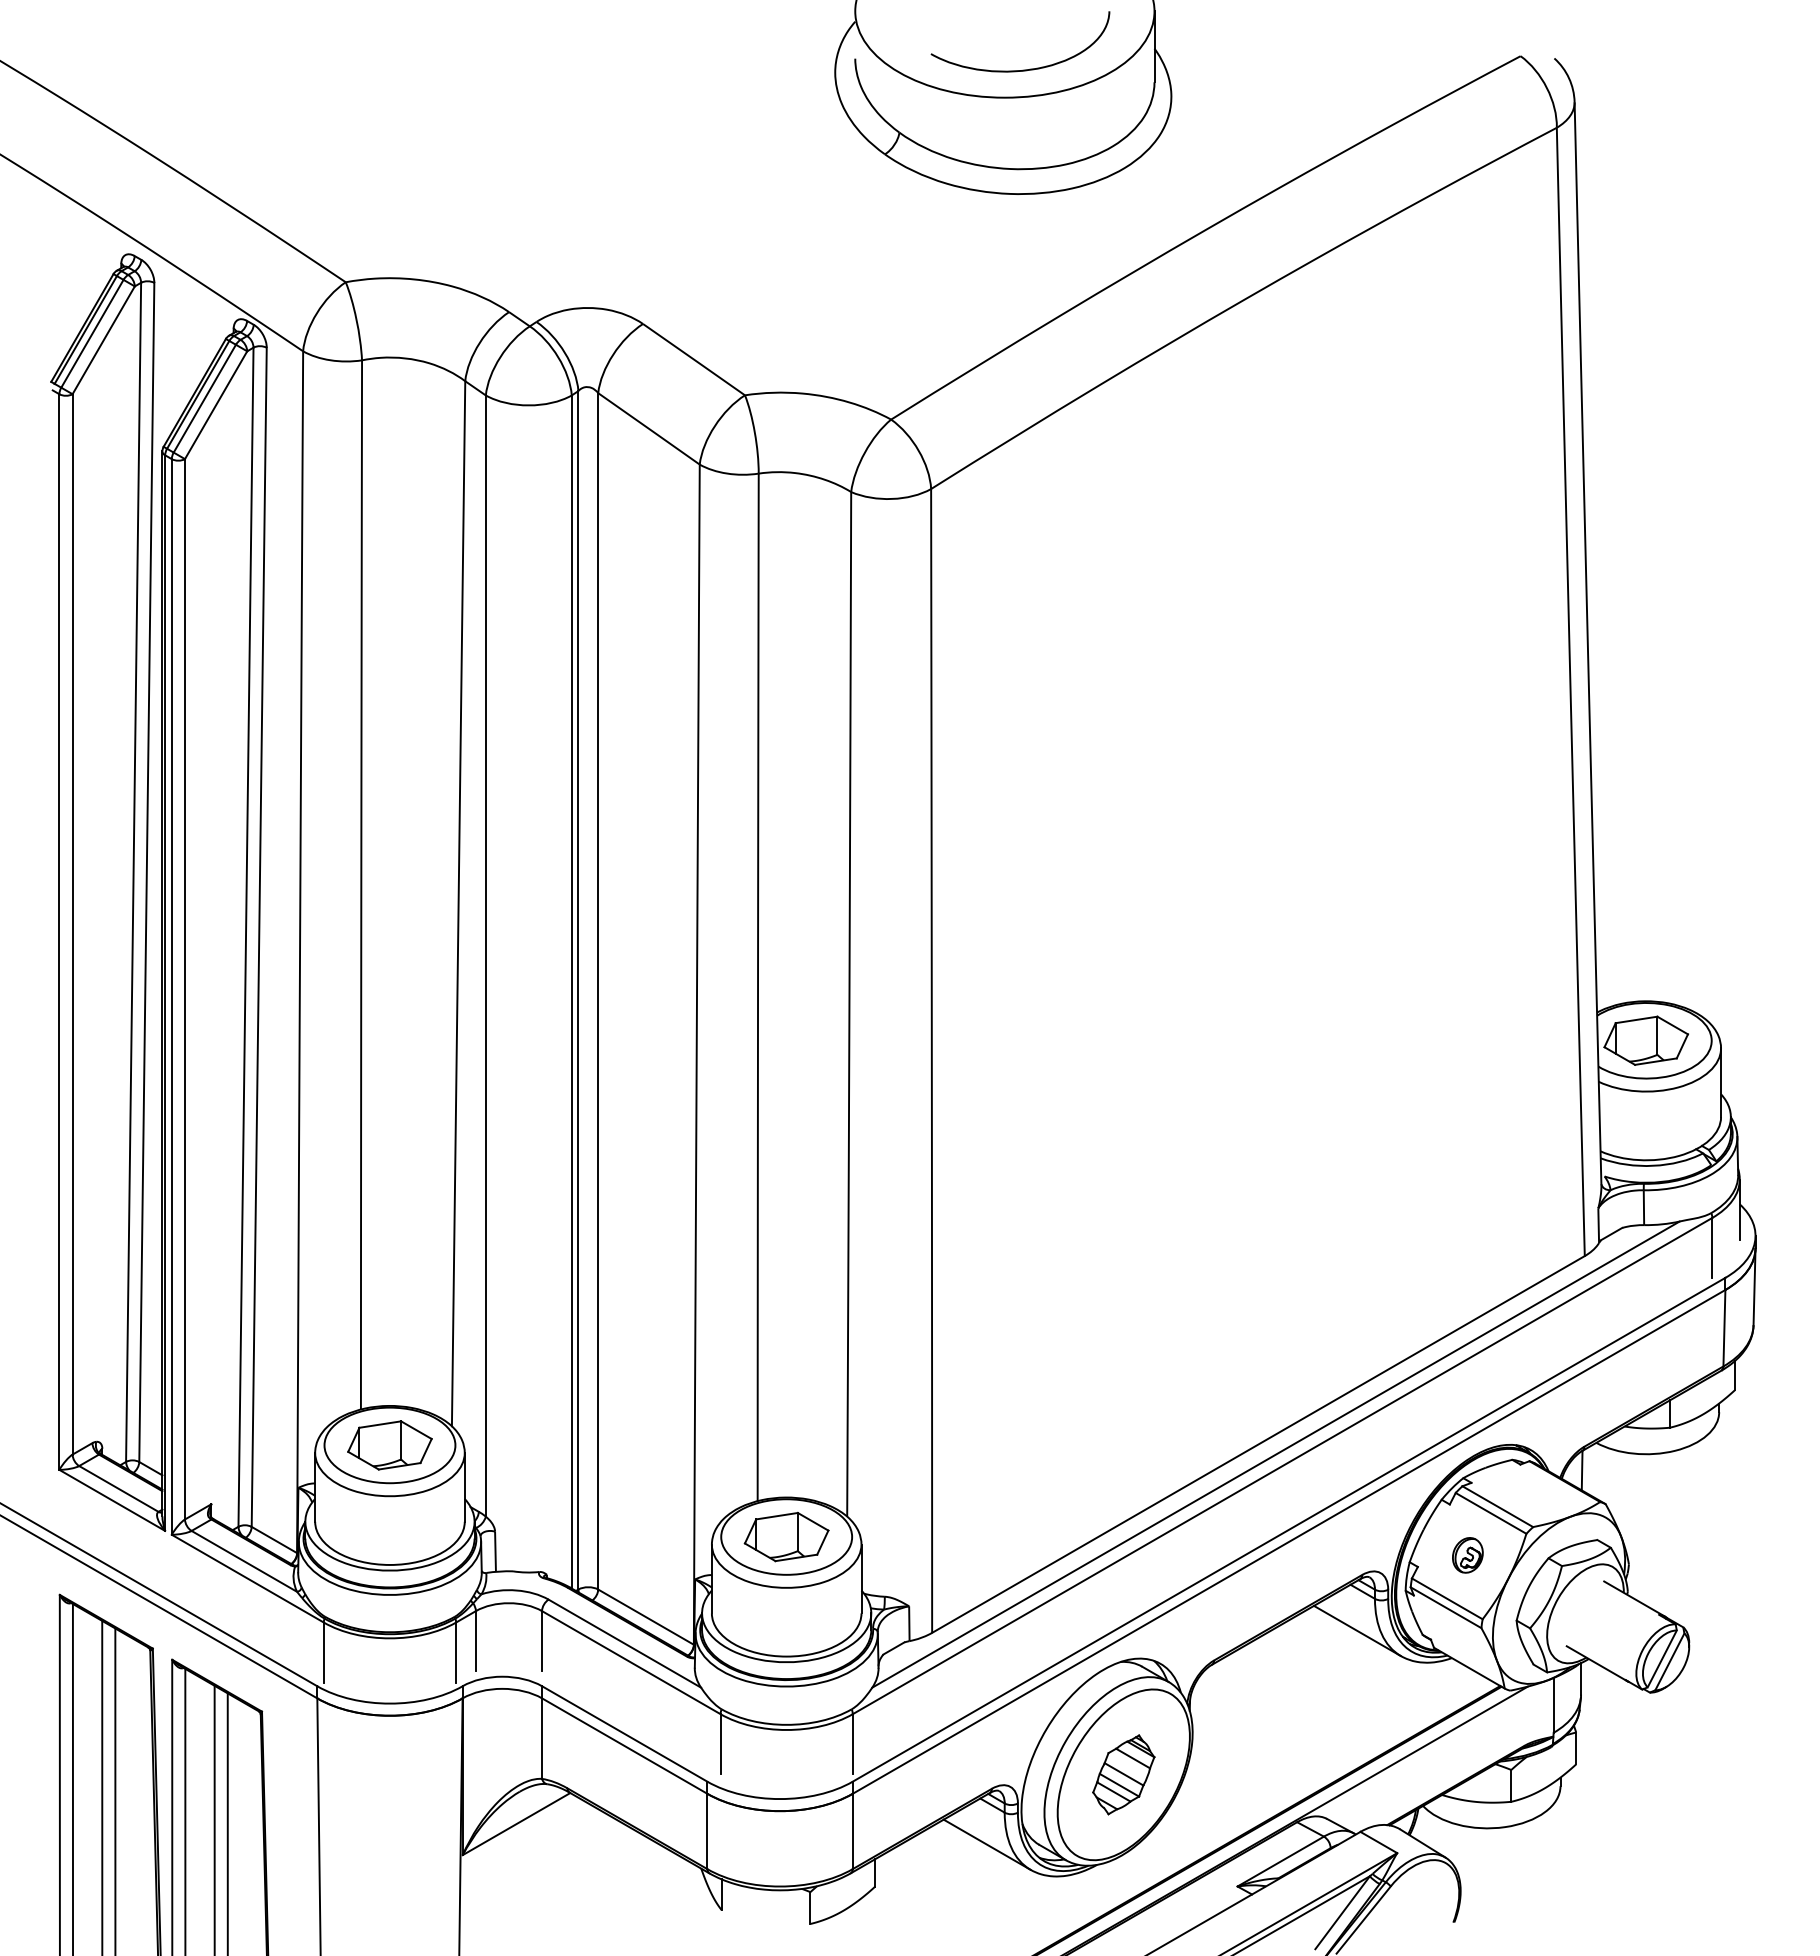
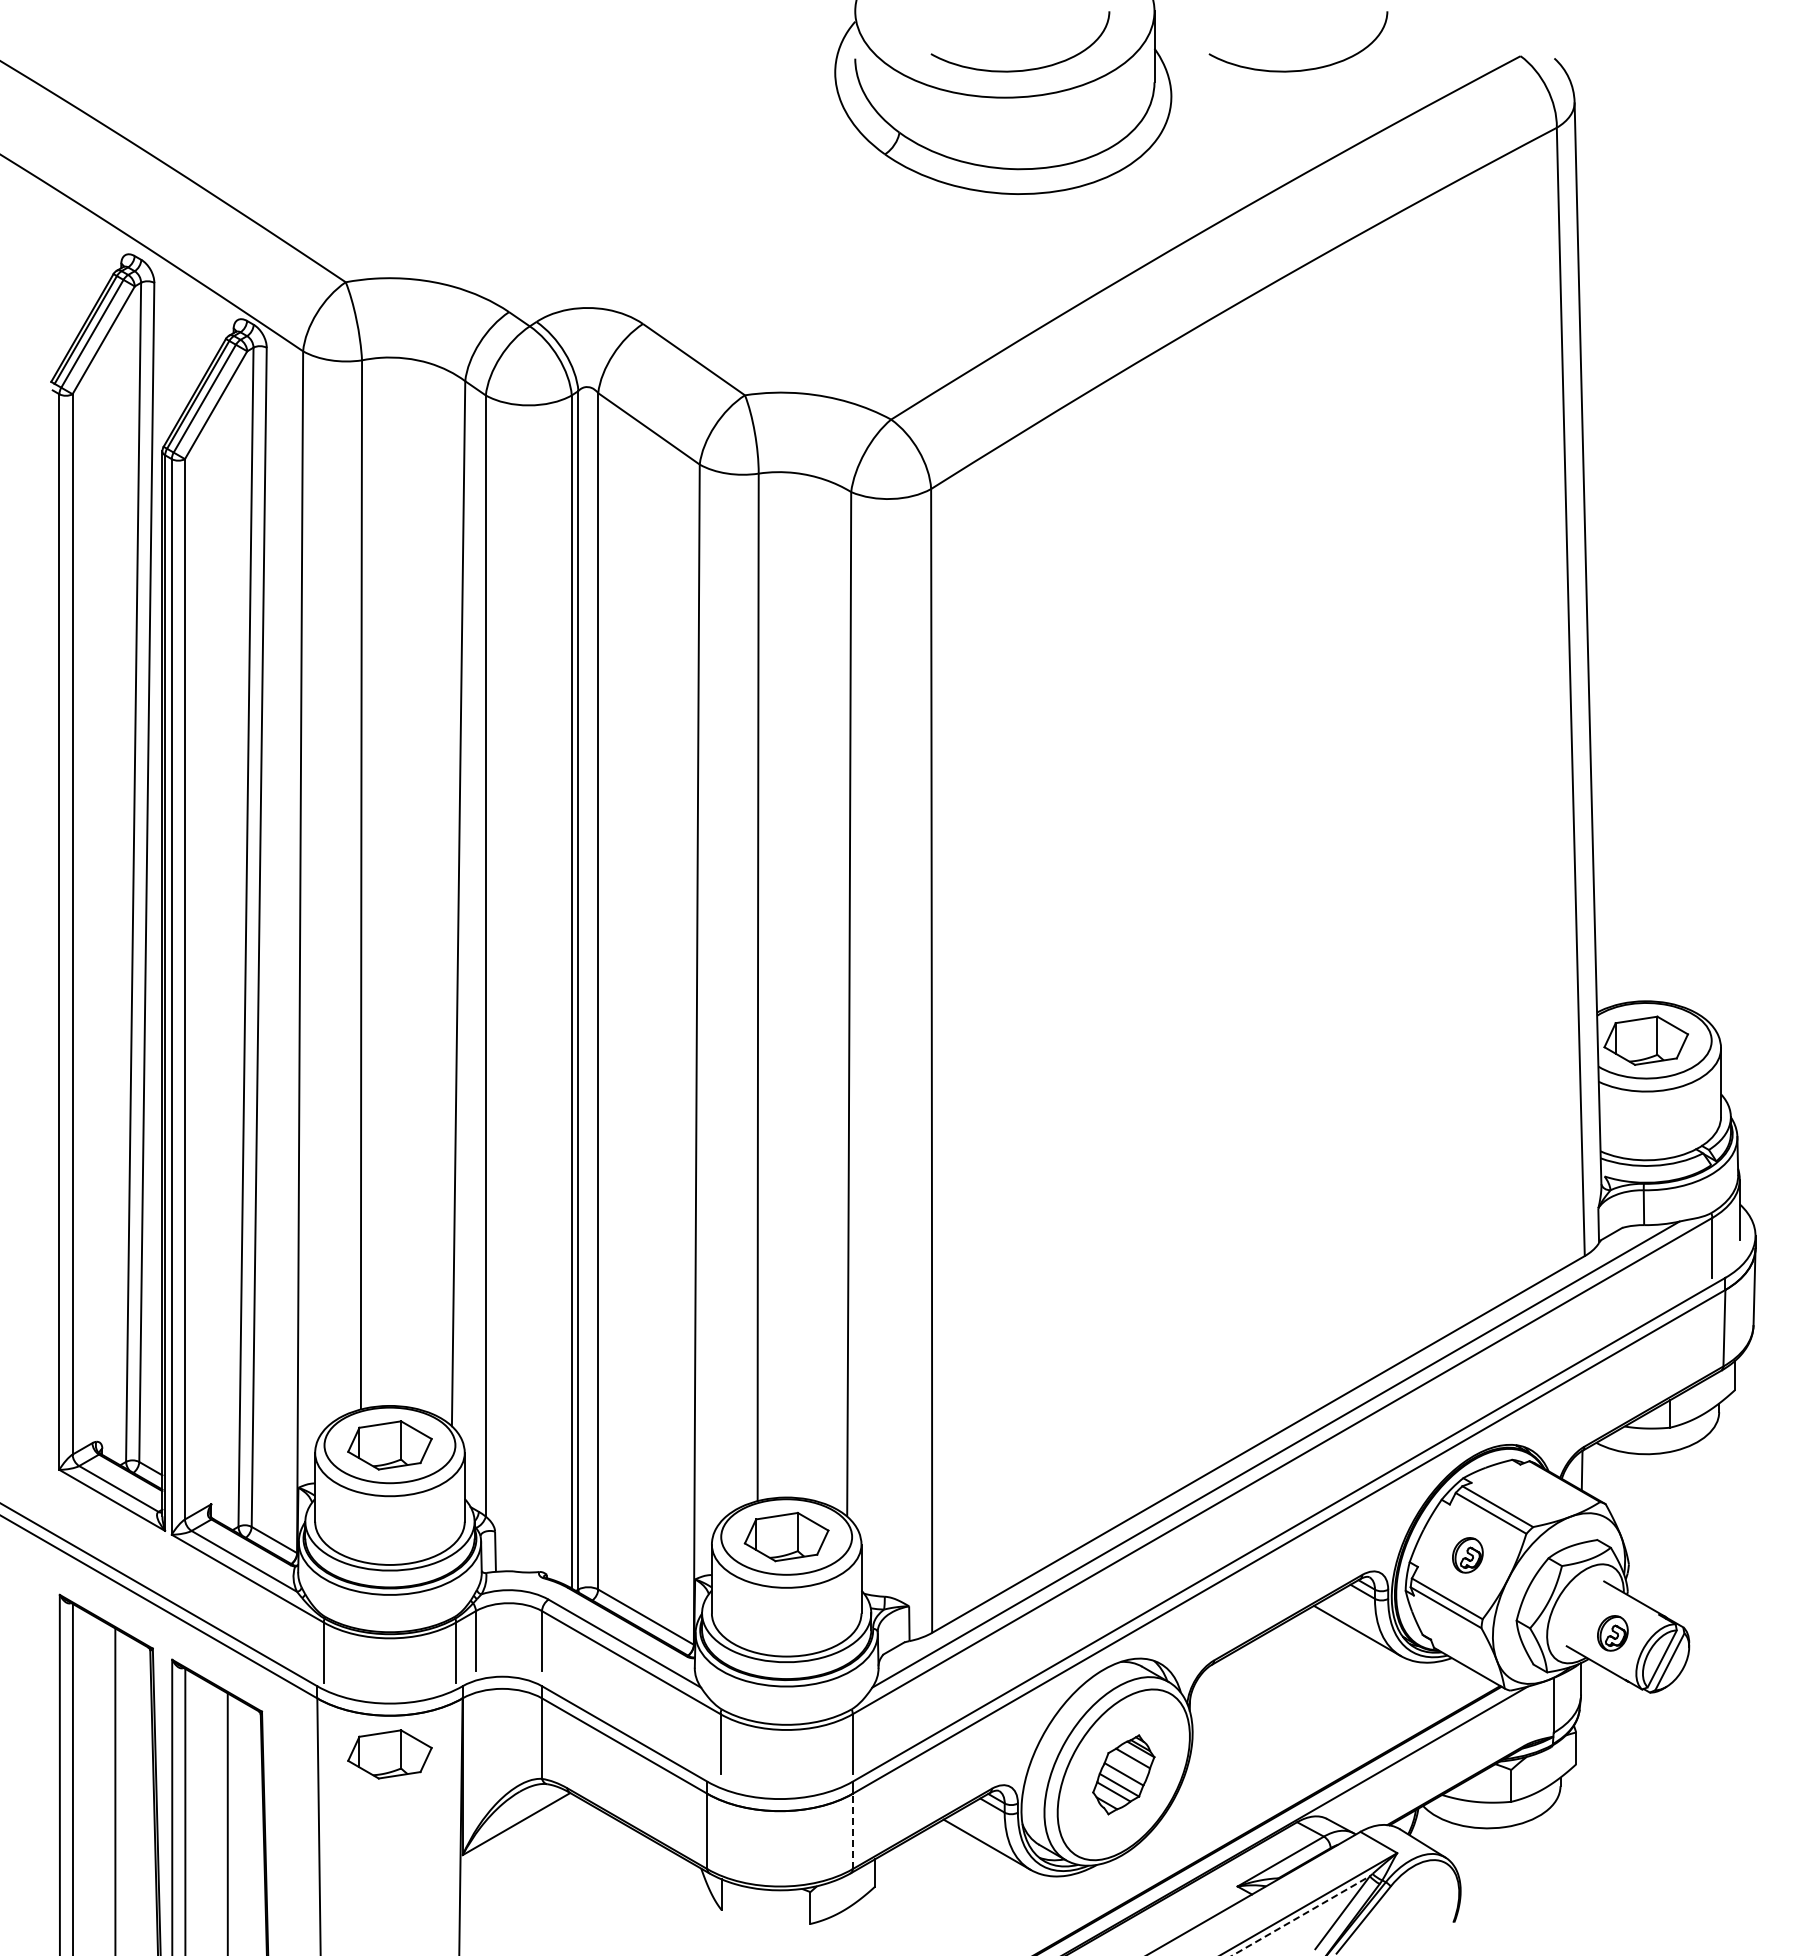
curve at (1300, 69): none -> present
part at (1612, 1633): none -> present
part at (389, 1754): none -> present
line at (102, 1786): present -> none
line at (214, 1818): present -> none
line at (852, 1831): solid -> dashed
line at (1301, 1915): solid -> dashed
